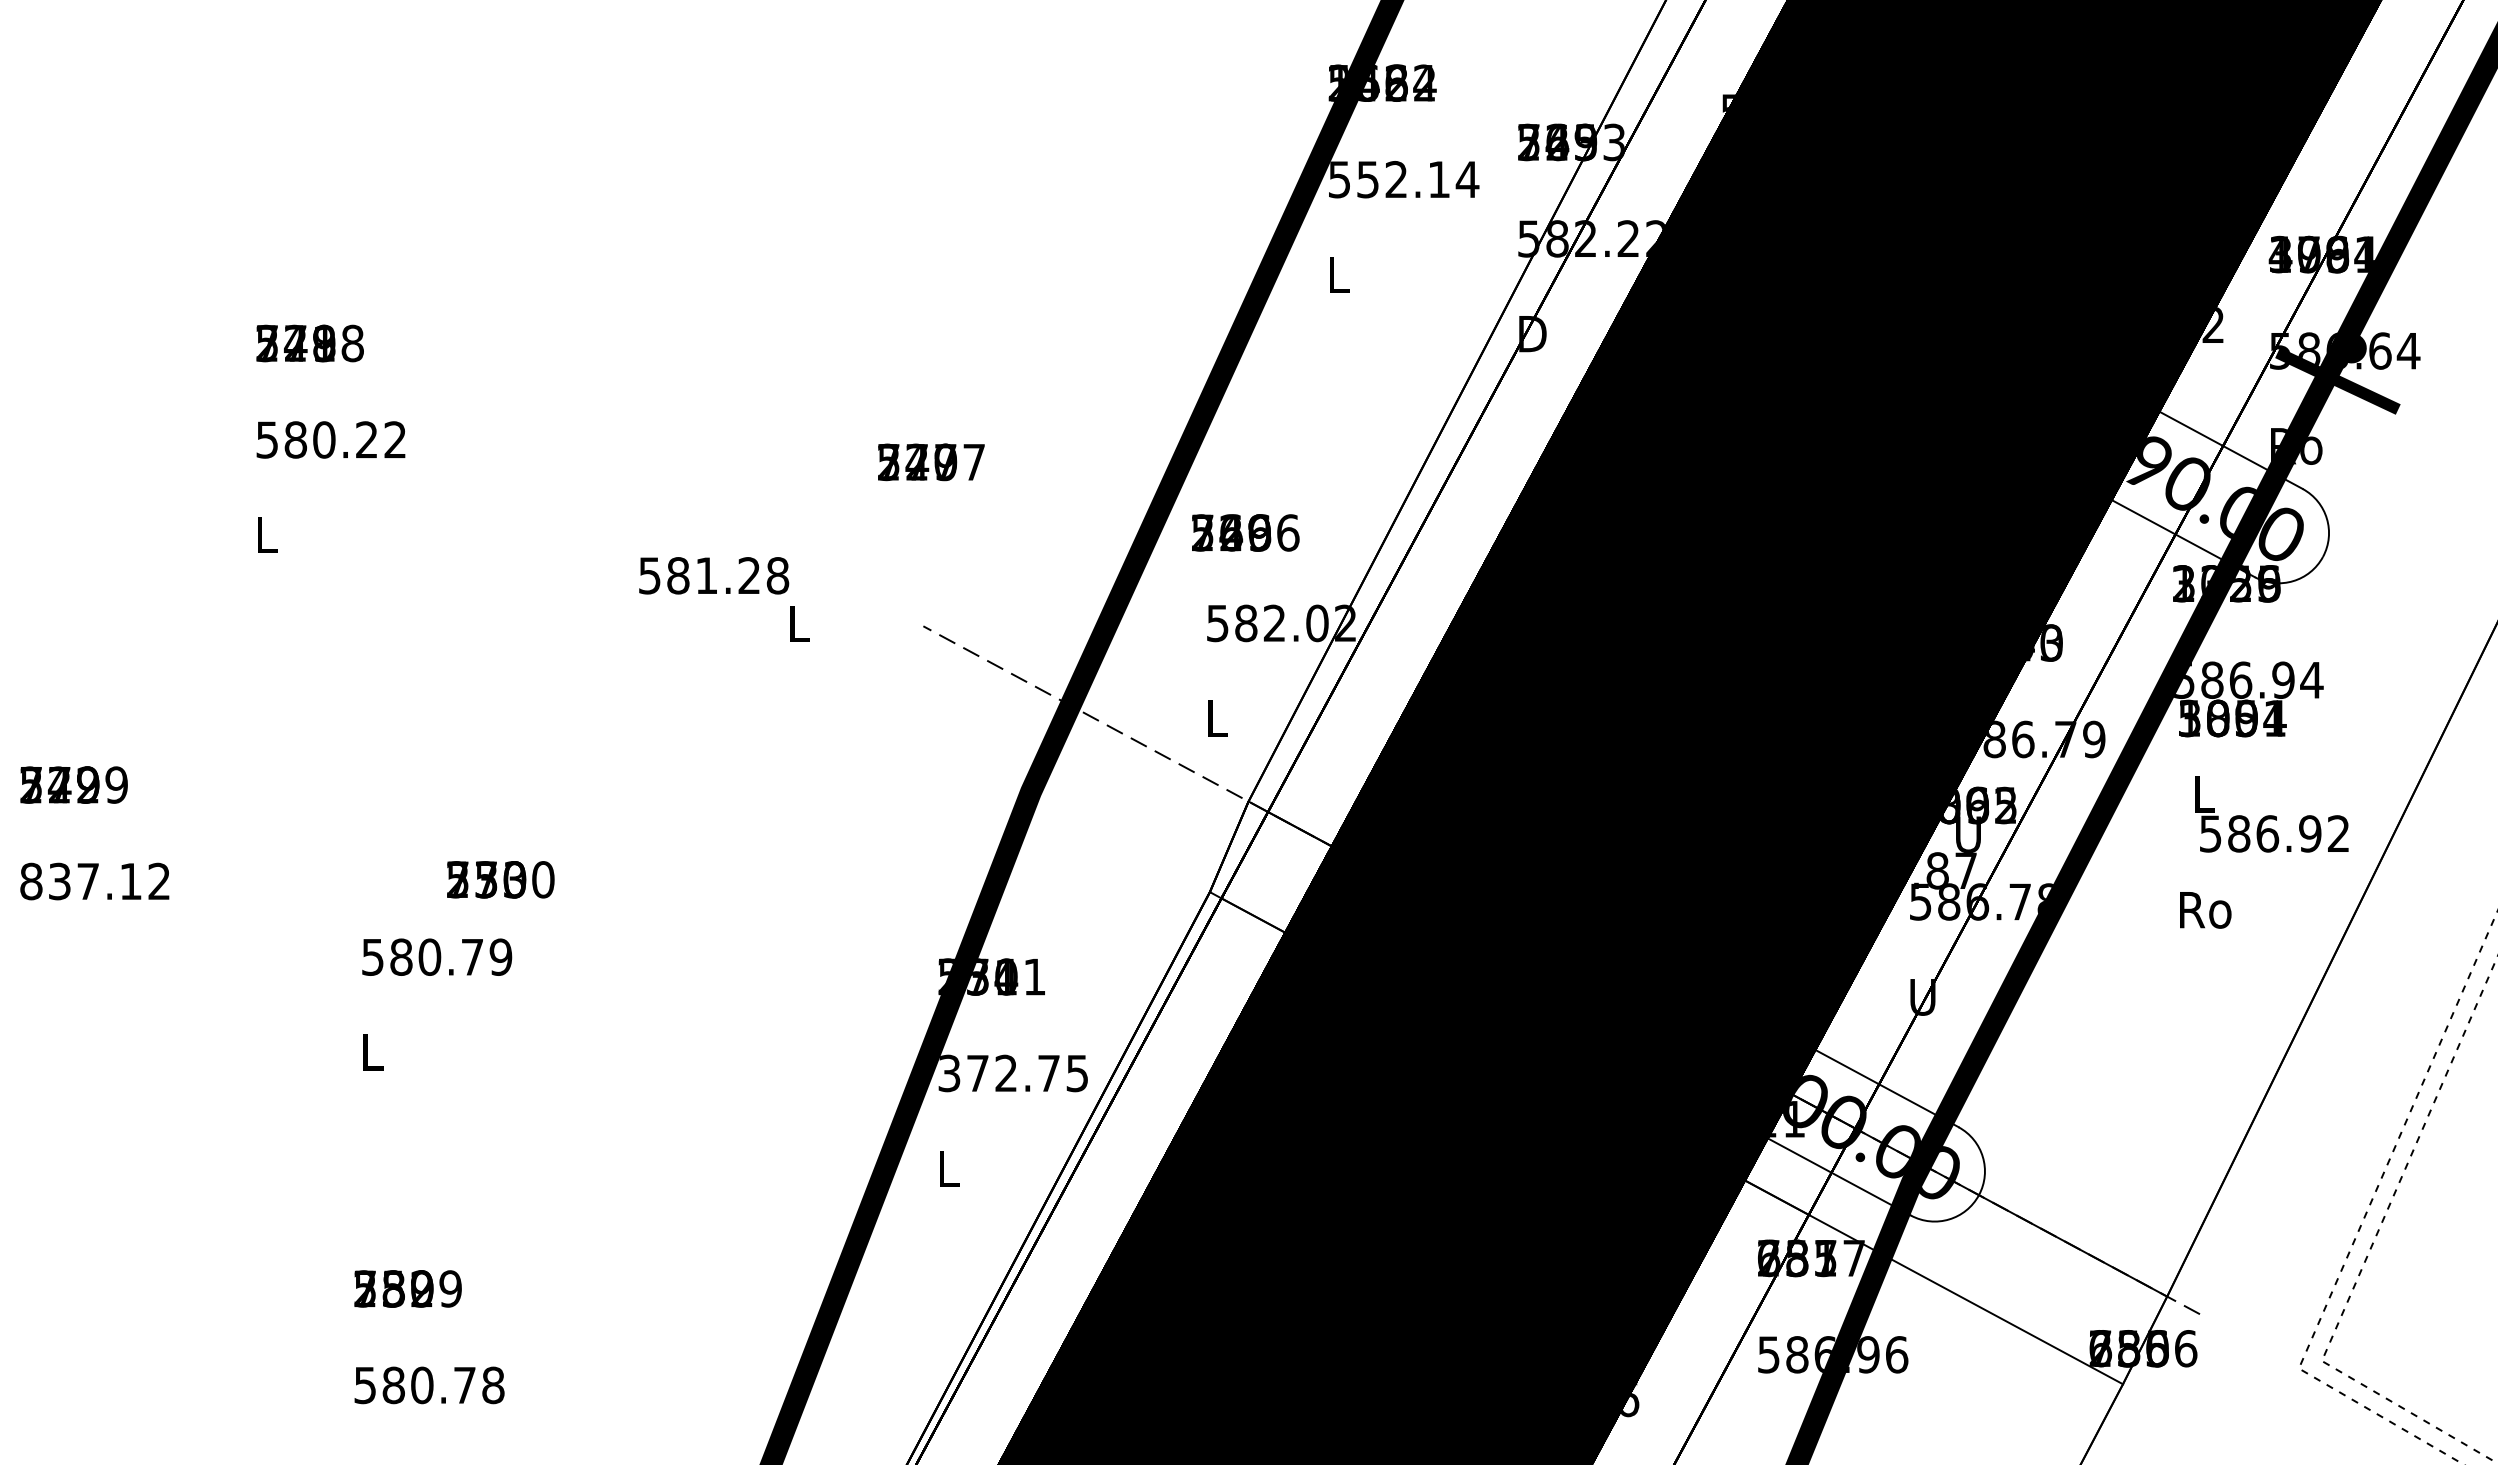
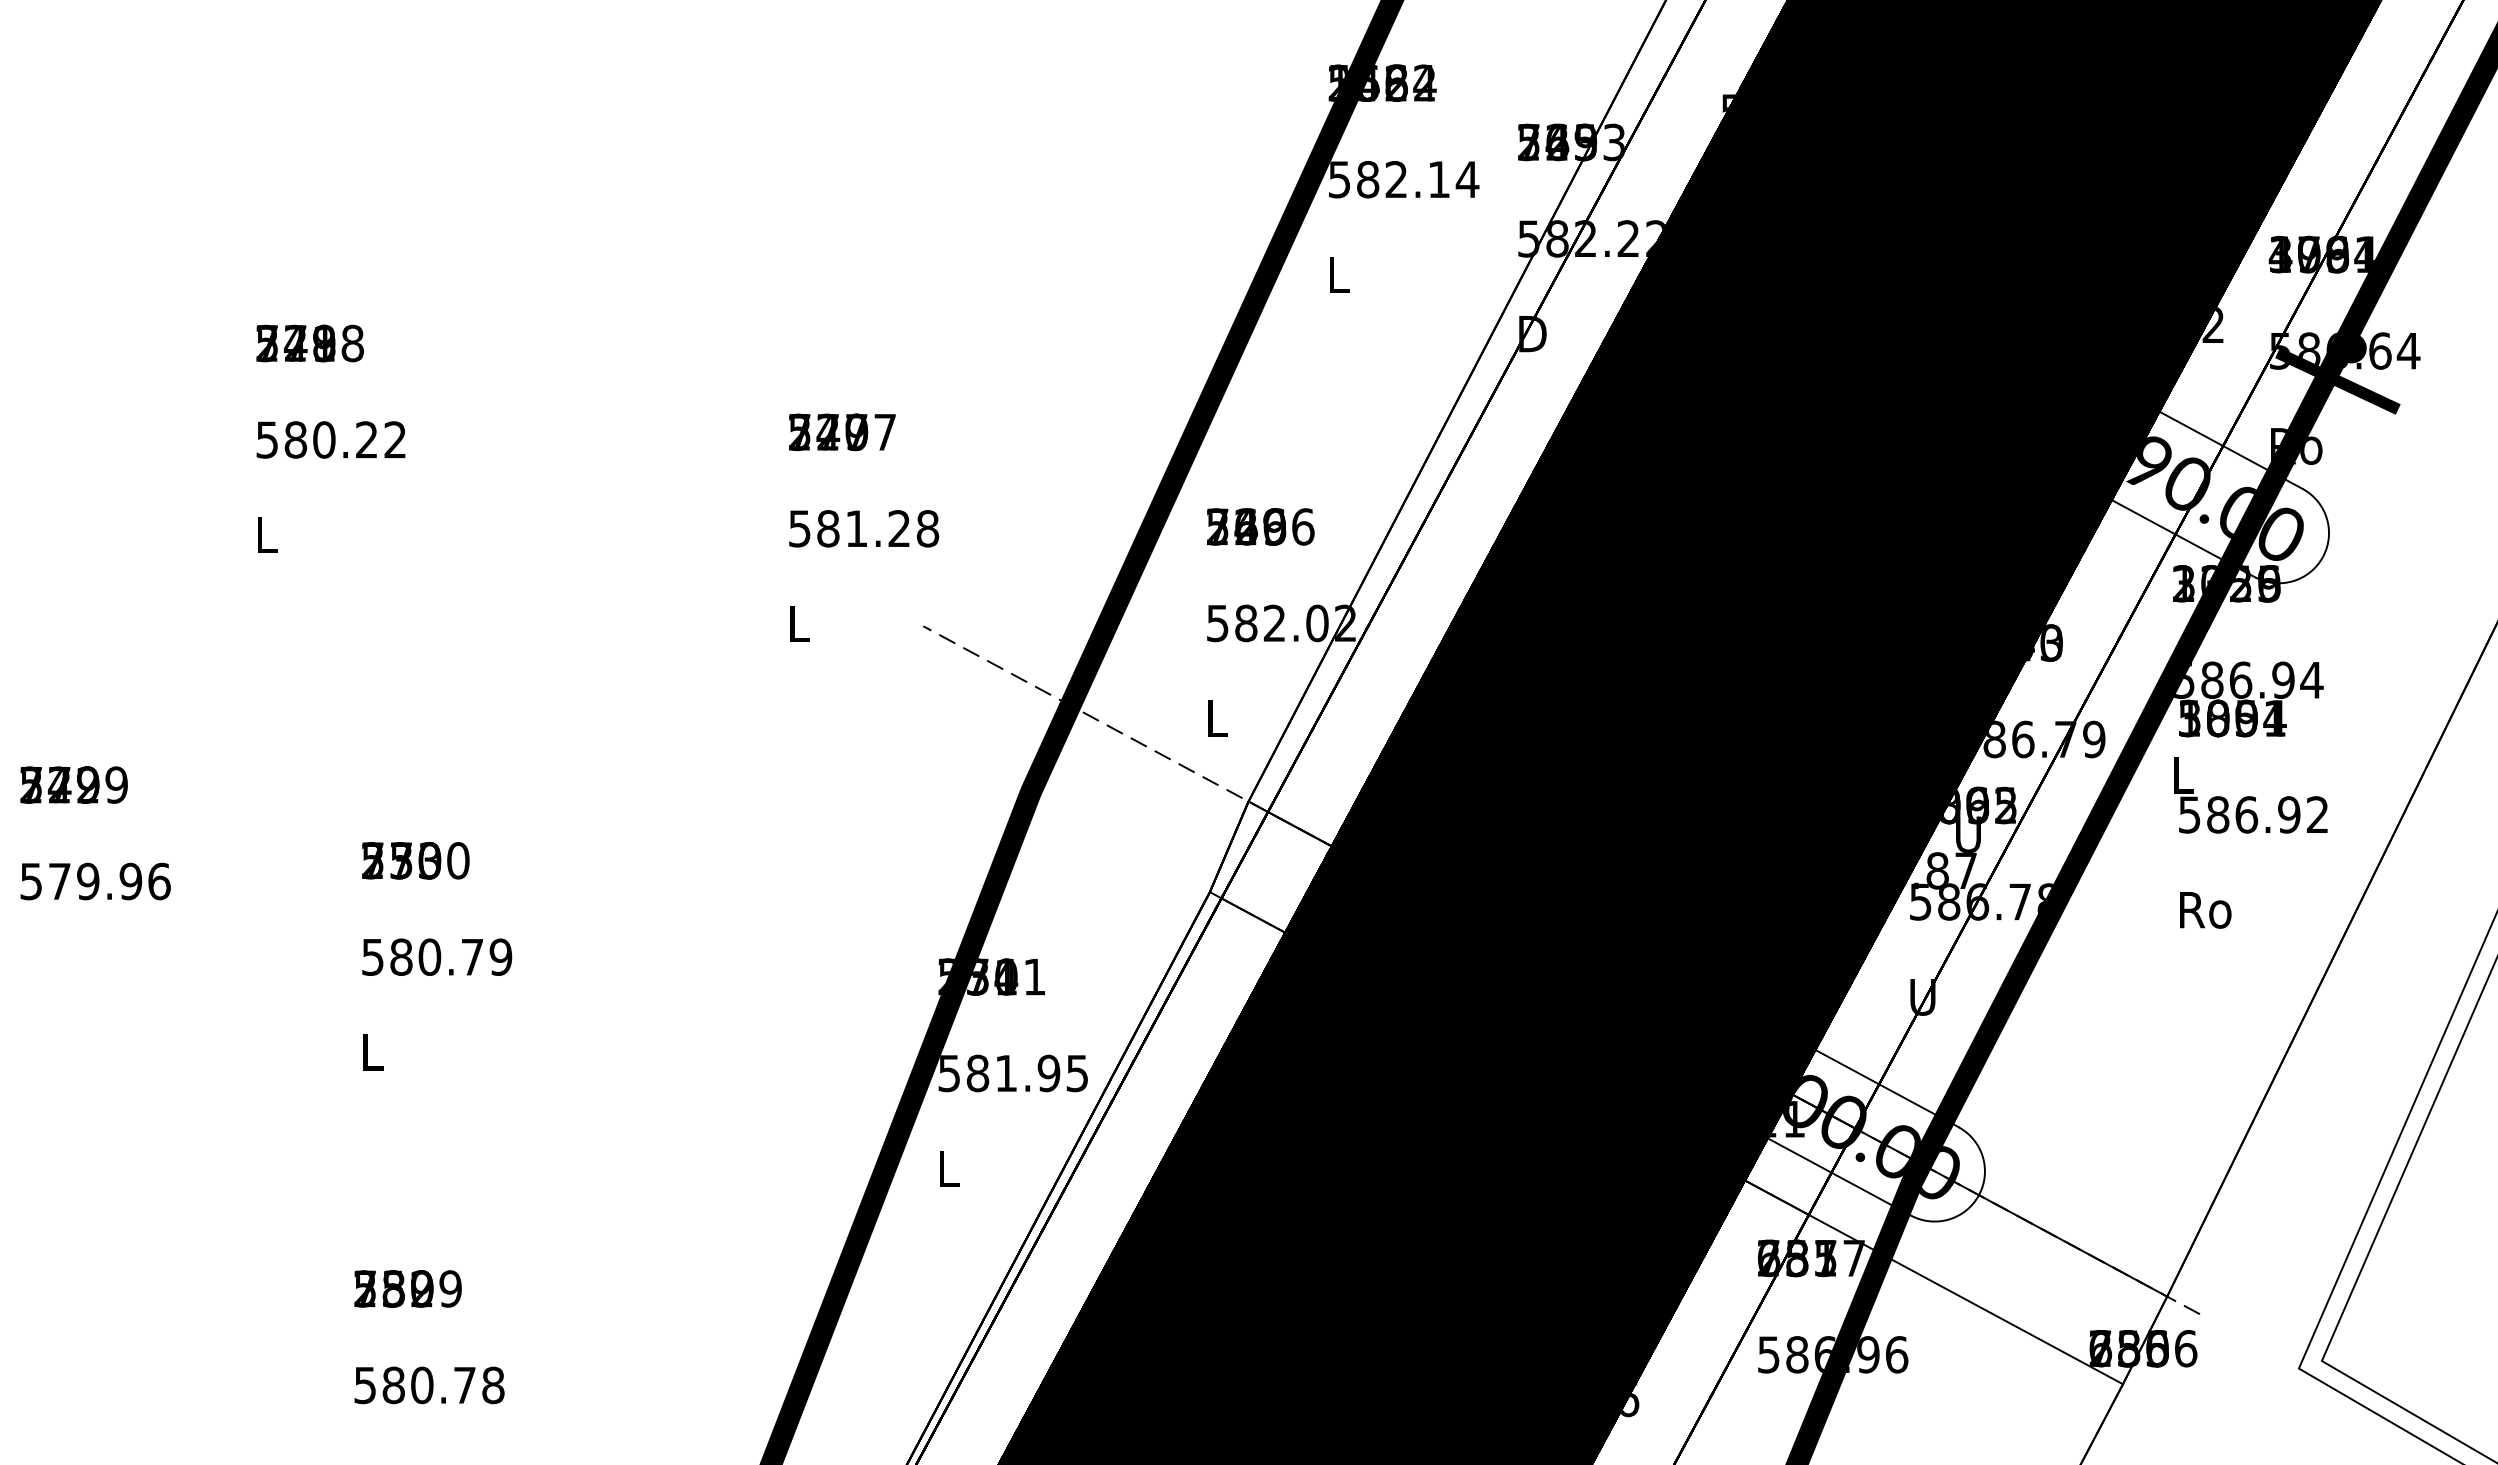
text at (1368, 179): 552.14 -> 582.14
text at (931, 462) position: (931, 462) -> (842, 432)
text at (1245, 532) position: (1245, 532) -> (1260, 526)
text at (714, 575) position: (714, 575) -> (864, 528)
text at (2271, 814) position: (2271, 814) -> (2250, 795)
text at (500, 879) position: (500, 879) -> (415, 860)
text at (95, 881): 837.12 -> 579.96
text at (999, 1073): 372.75 -> 581.95
line at (2360, 1227): dashed -> solid
line at (2369, 1251): dashed -> solid
